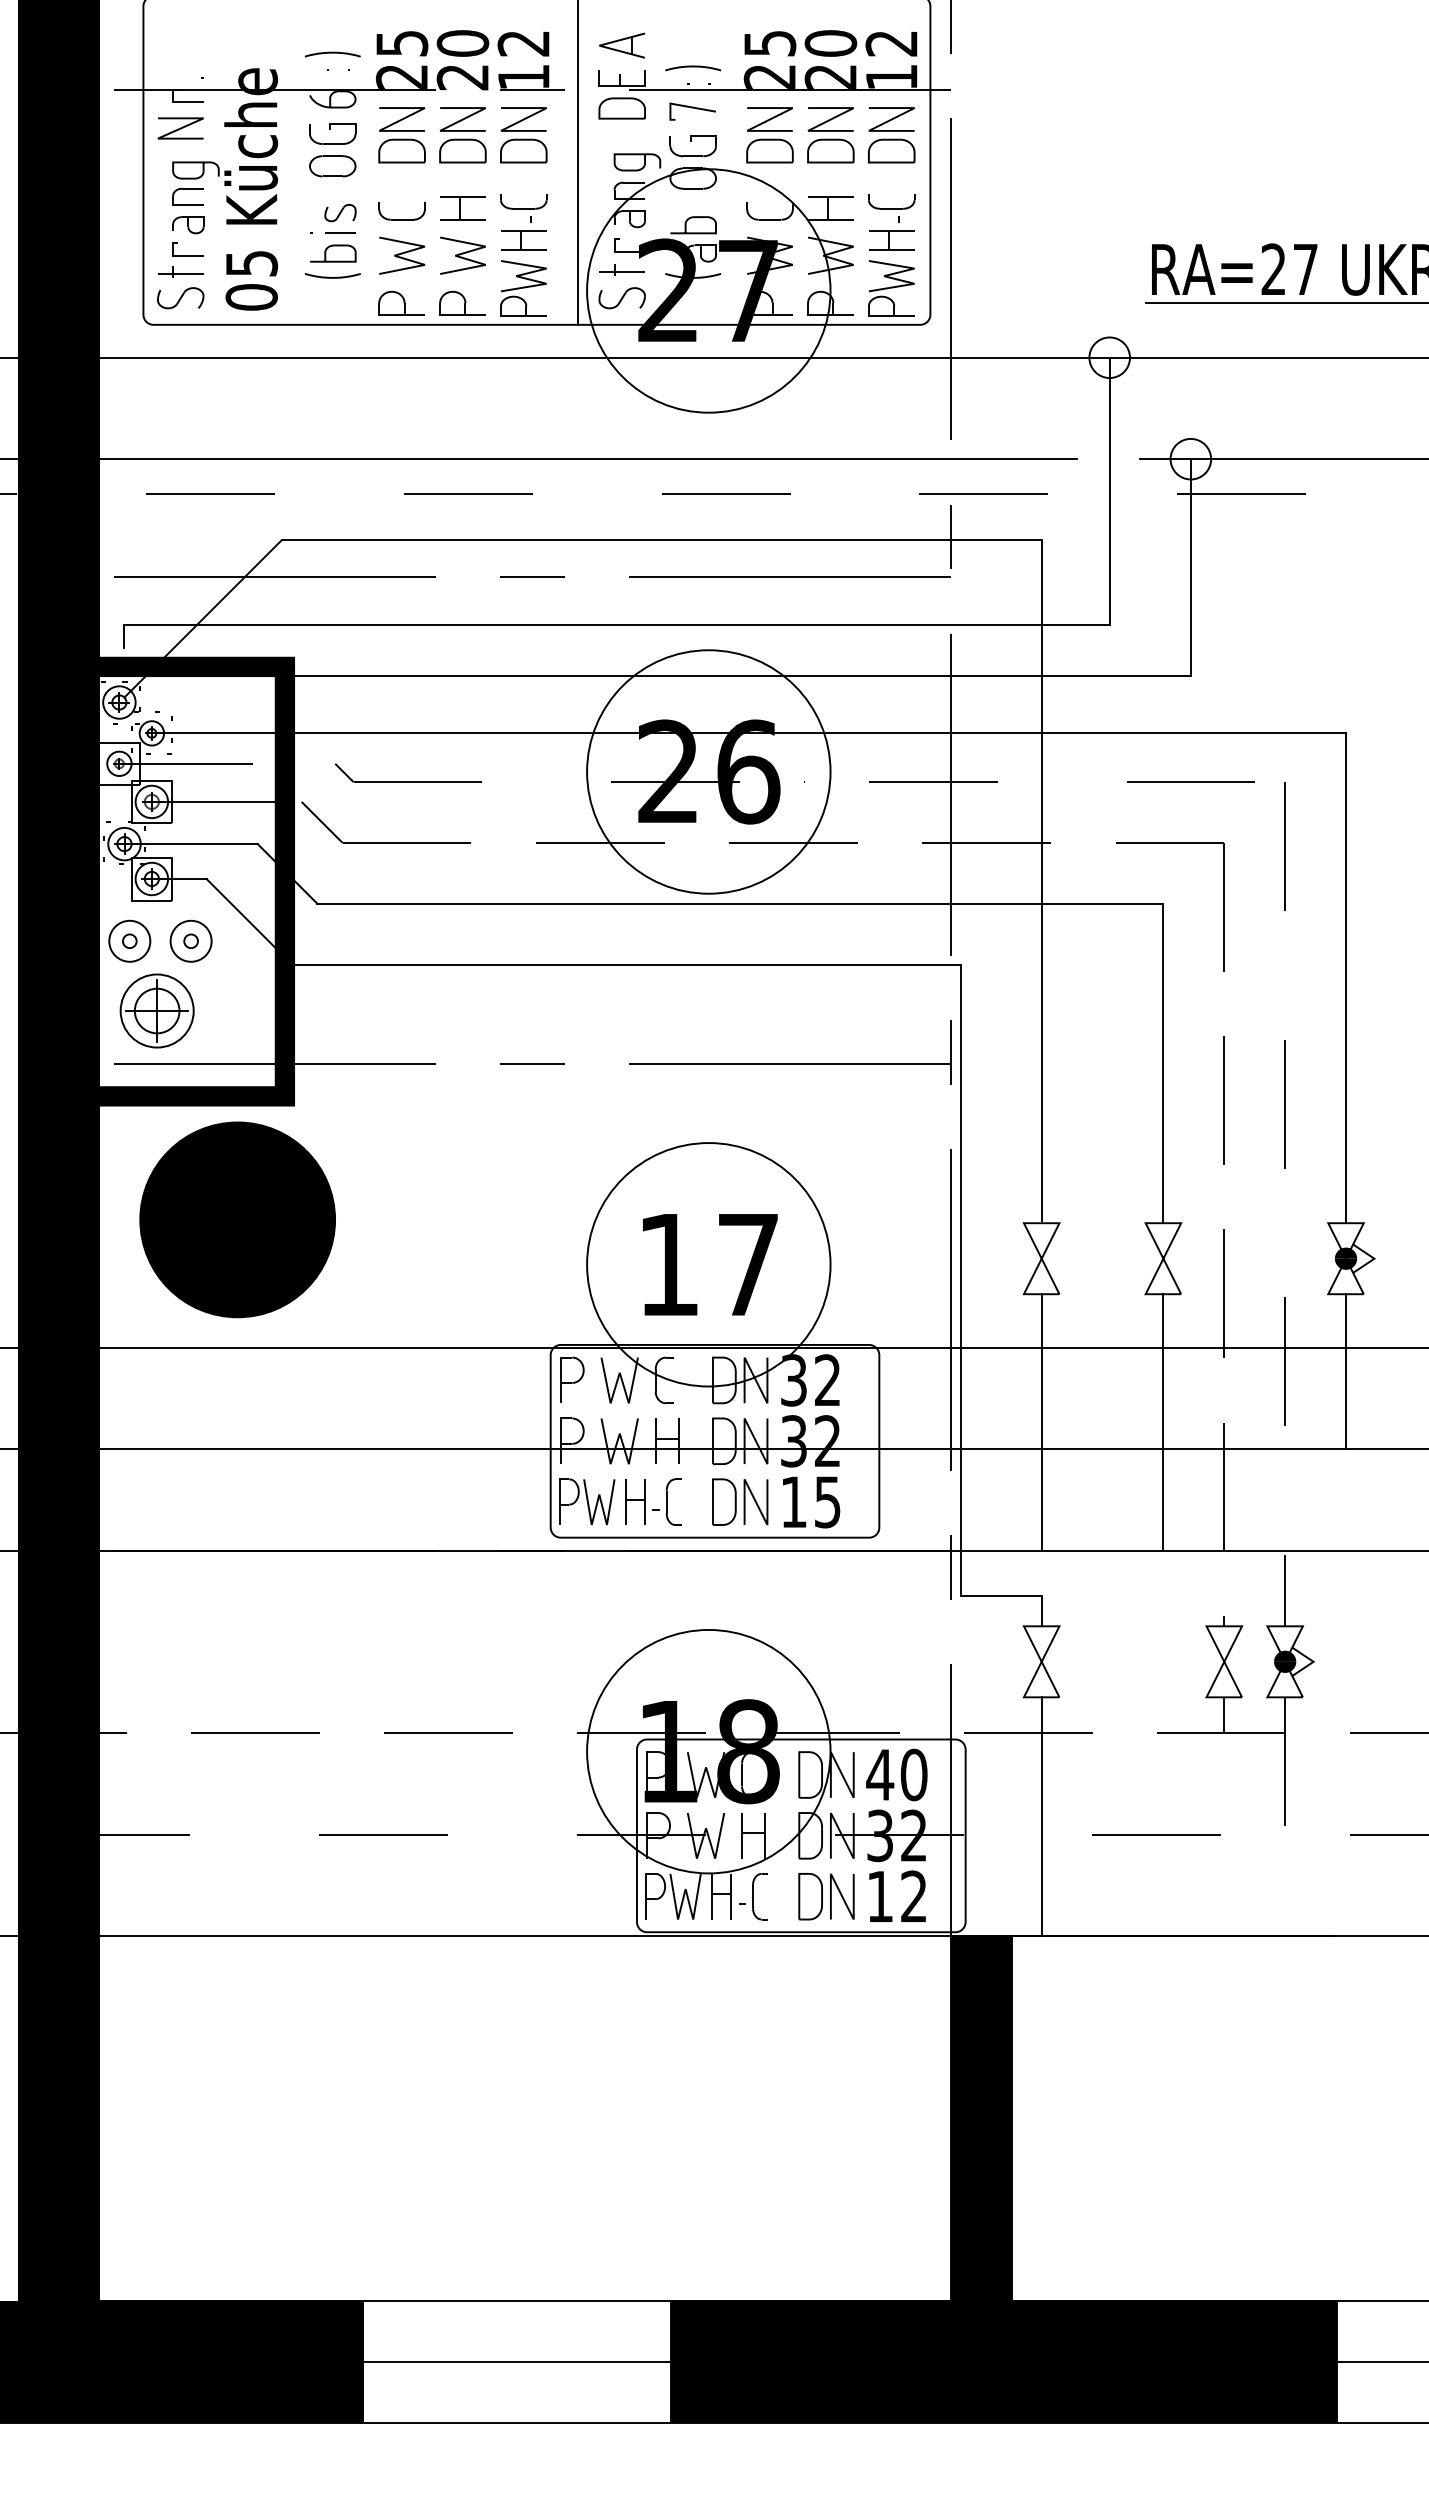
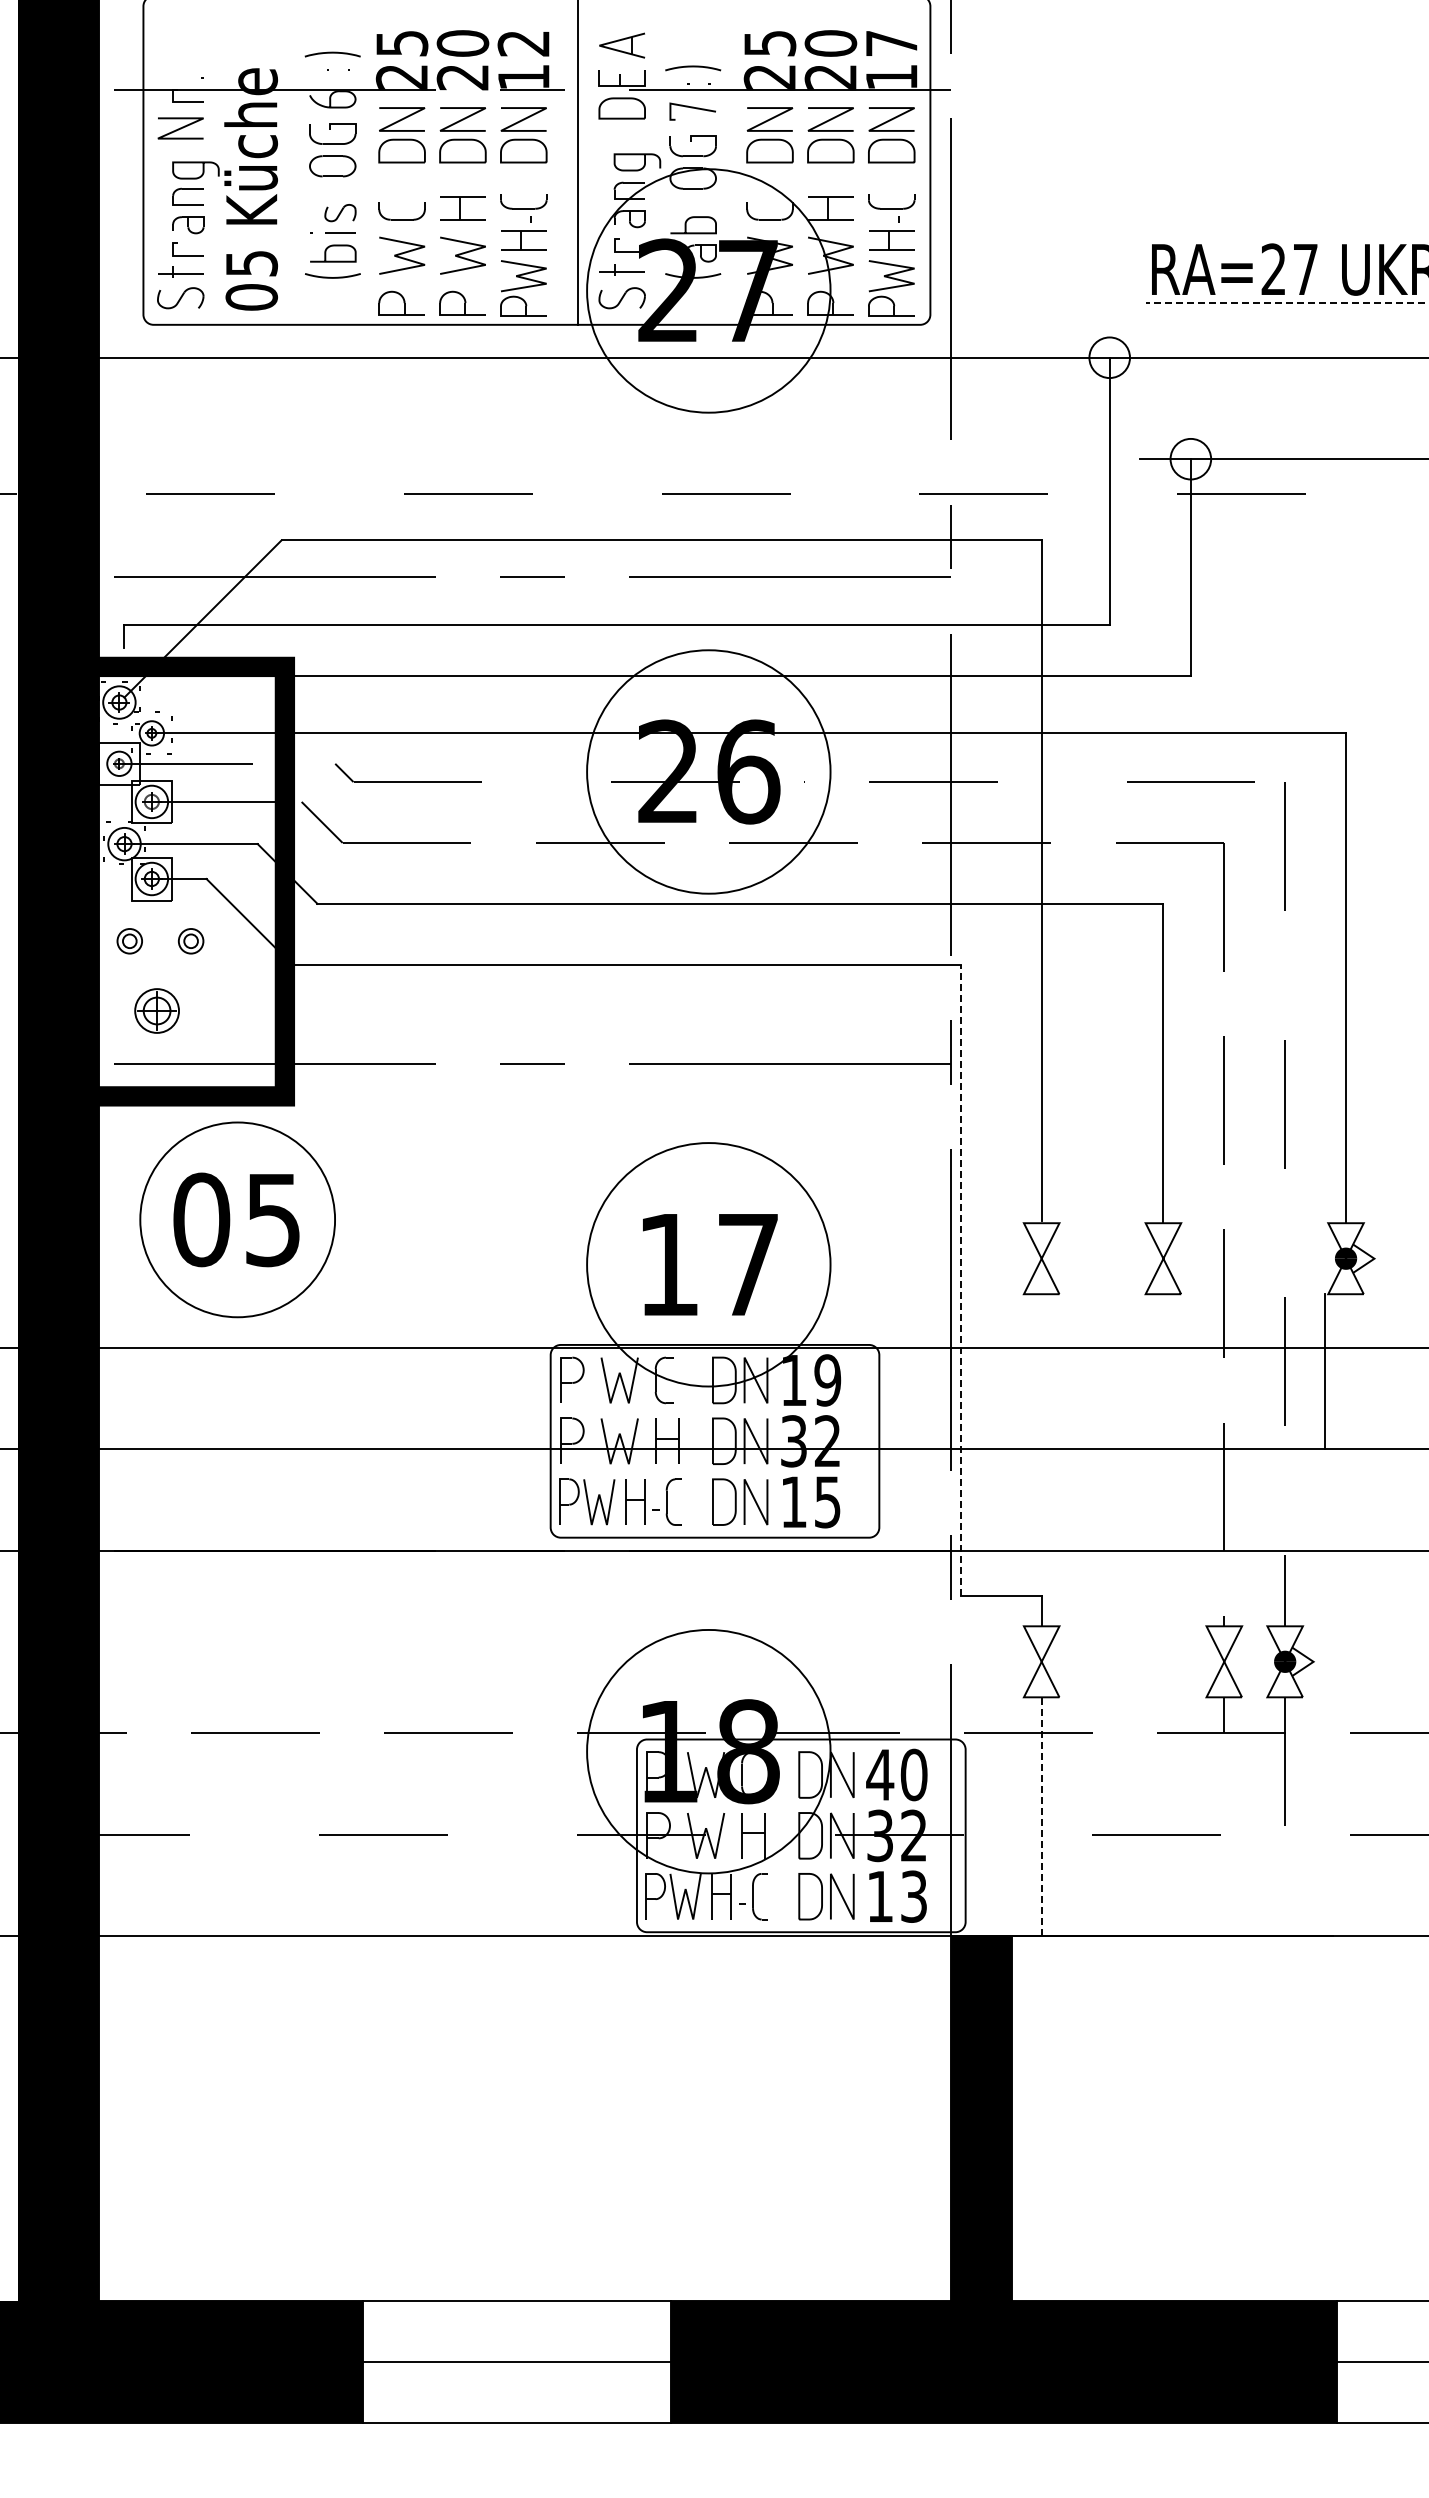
text at (891, 43): 12 -> 17
line at (1287, 302): solid -> dashed
line at (539, 459): present -> none
circle at (129, 940) diameter: 41 px -> 25 px
circle at (190, 940) diameter: 41 px -> 25 px
part at (156, 1010) size: 76x76 px -> 46x46 px
fill at (237, 1219): present -> none
line at (960, 1280): solid -> dashed
line at (1346, 1371) position: (1346, 1371) -> (1325, 1371)
text at (811, 1380): 32 -> 19
line at (1041, 1422): present -> none
line at (1163, 1422): present -> none
line at (1041, 1816): solid -> dashed
text at (913, 1896): 12 -> 13
